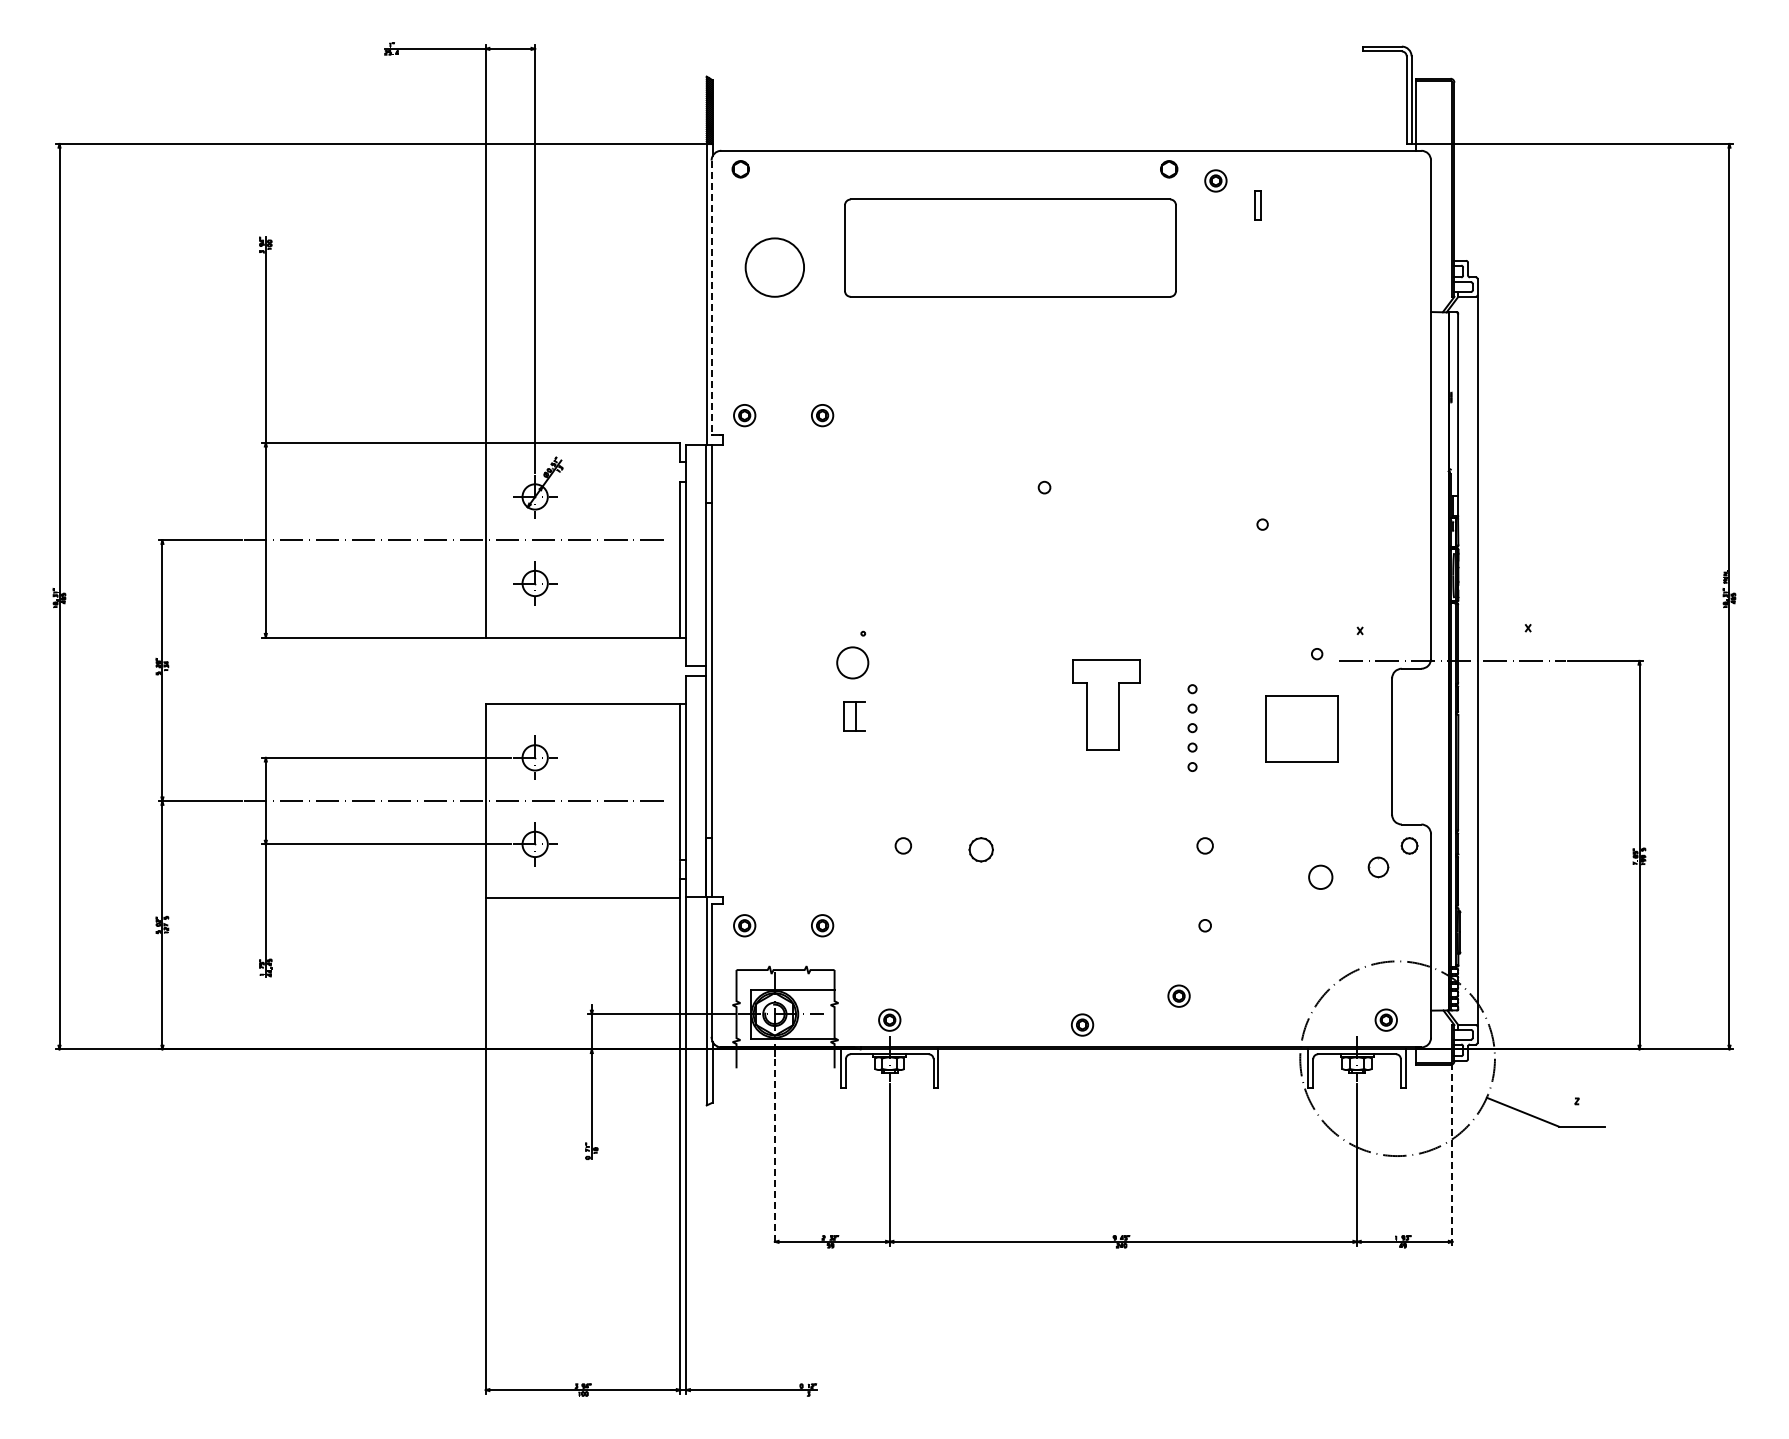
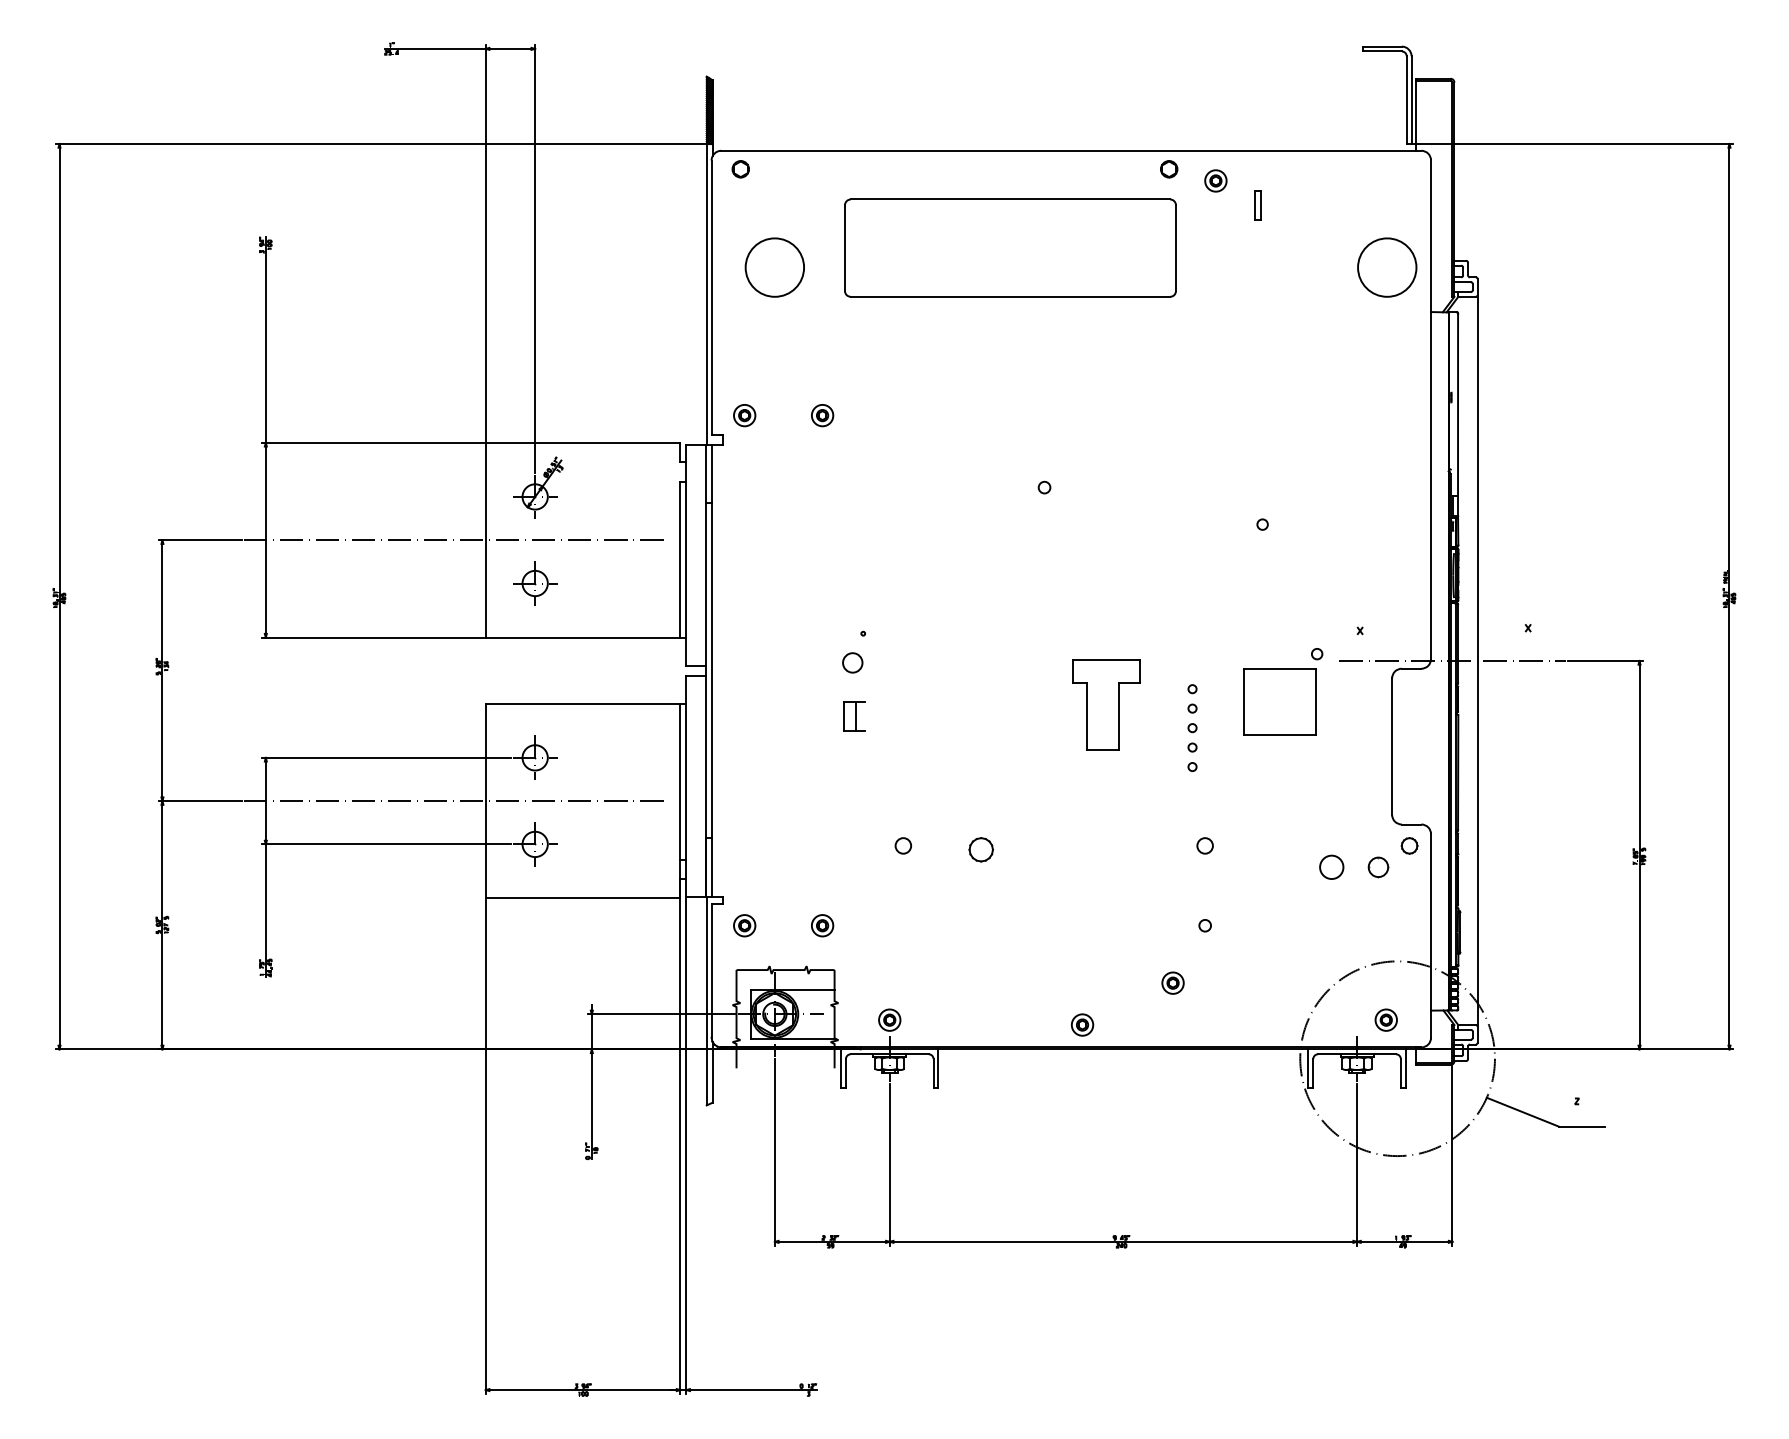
circle at (1387, 267): none -> present
line at (711, 298): dashed -> solid
circle at (852, 662) diameter: 31 px -> 19 px
part at (1301, 728) position: (1301, 728) -> (1279, 701)
circle at (1320, 876) position: (1320, 876) -> (1331, 866)
part at (1178, 995) position: (1178, 995) -> (1172, 982)
line at (774, 1152): dashed -> solid
line at (1452, 1154): dashed -> solid
